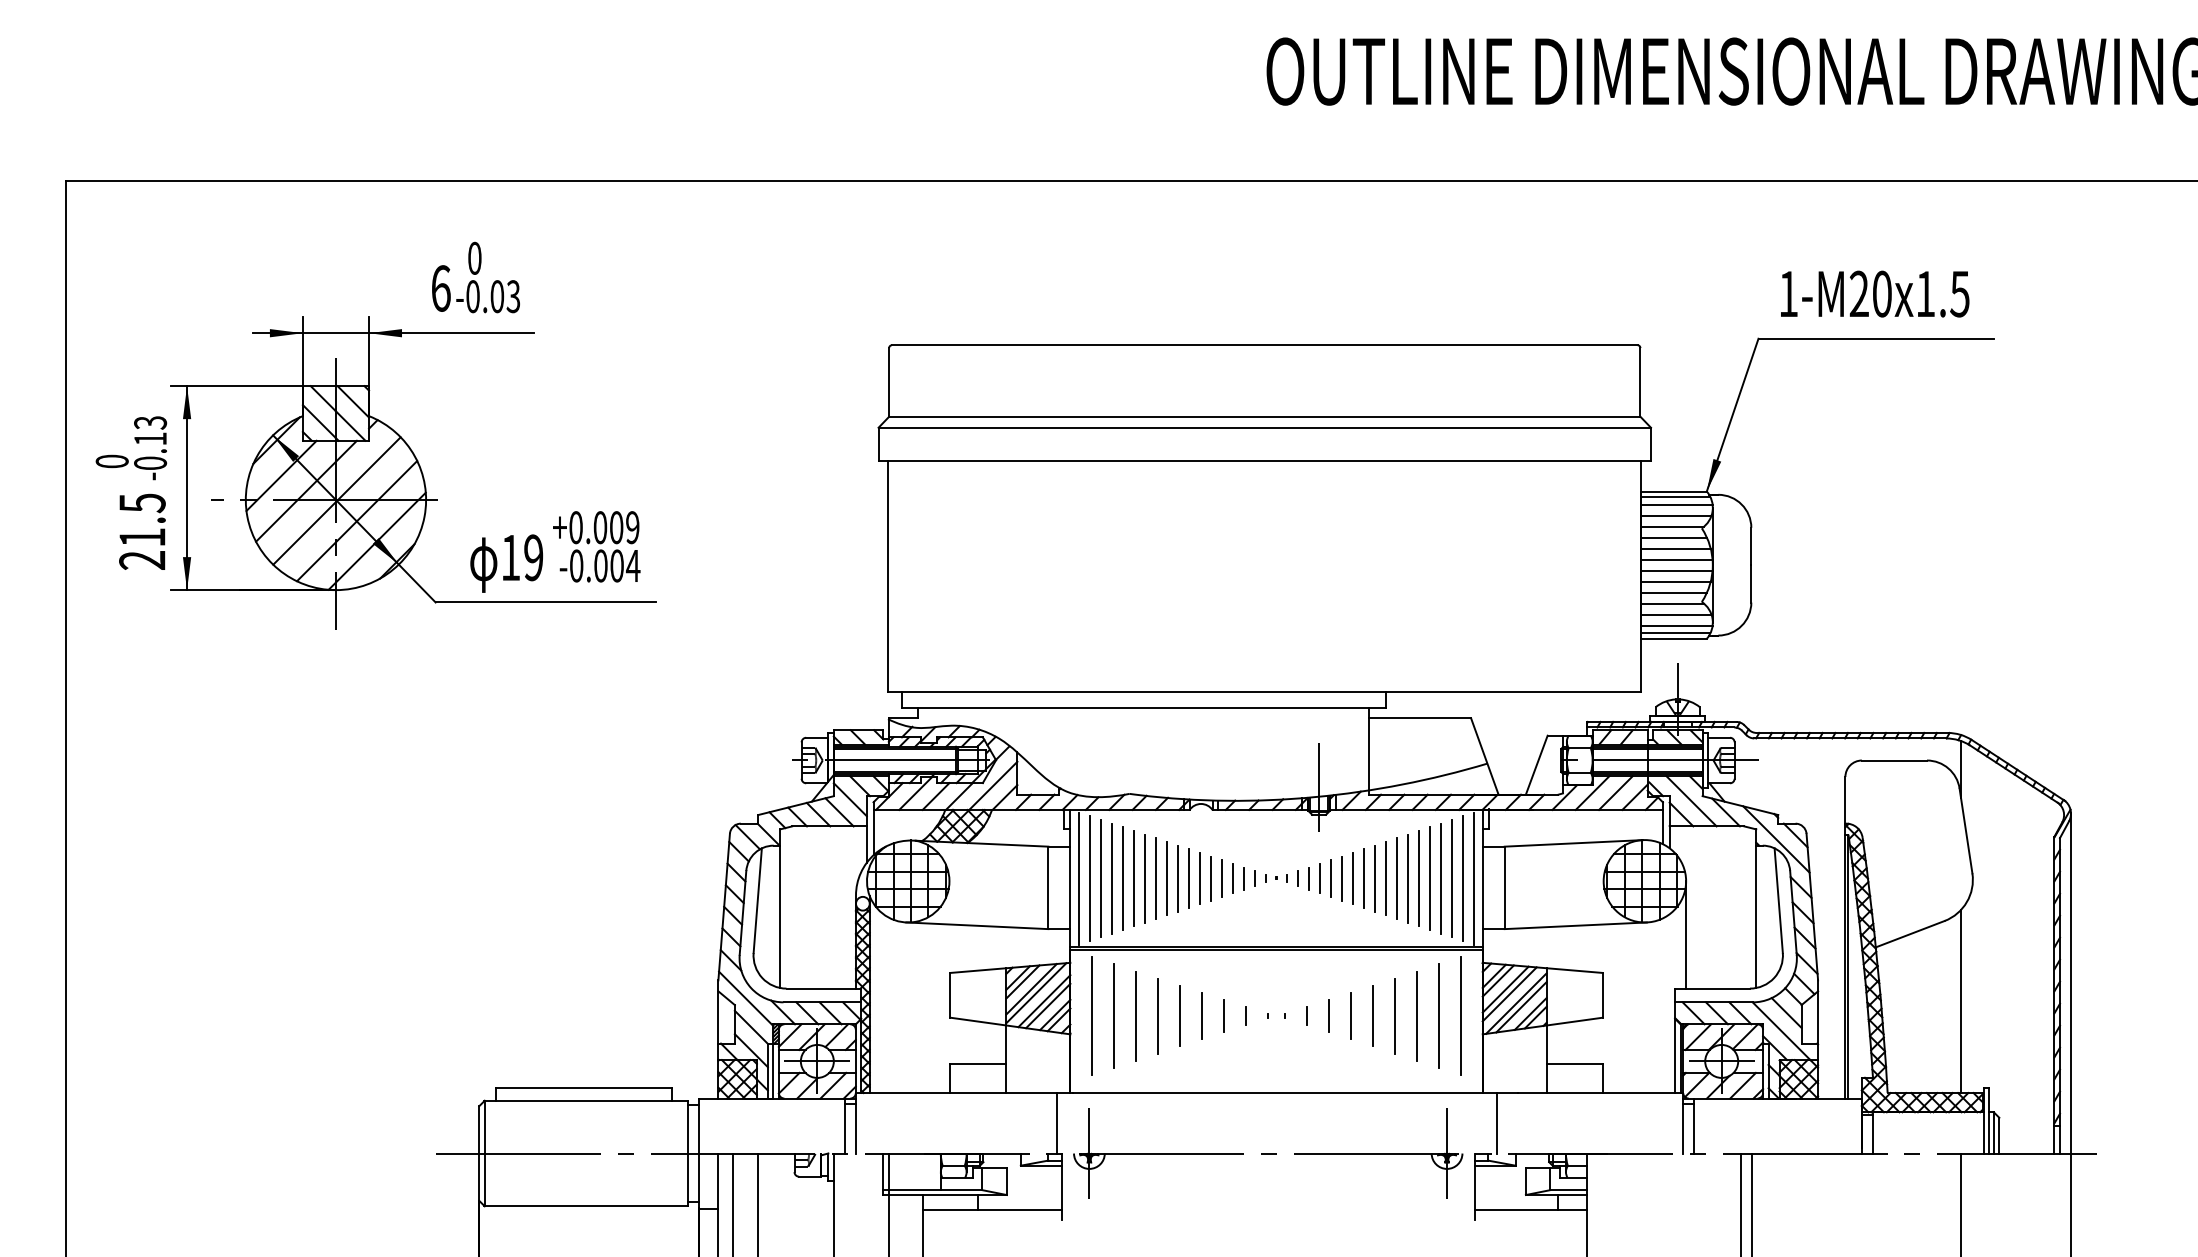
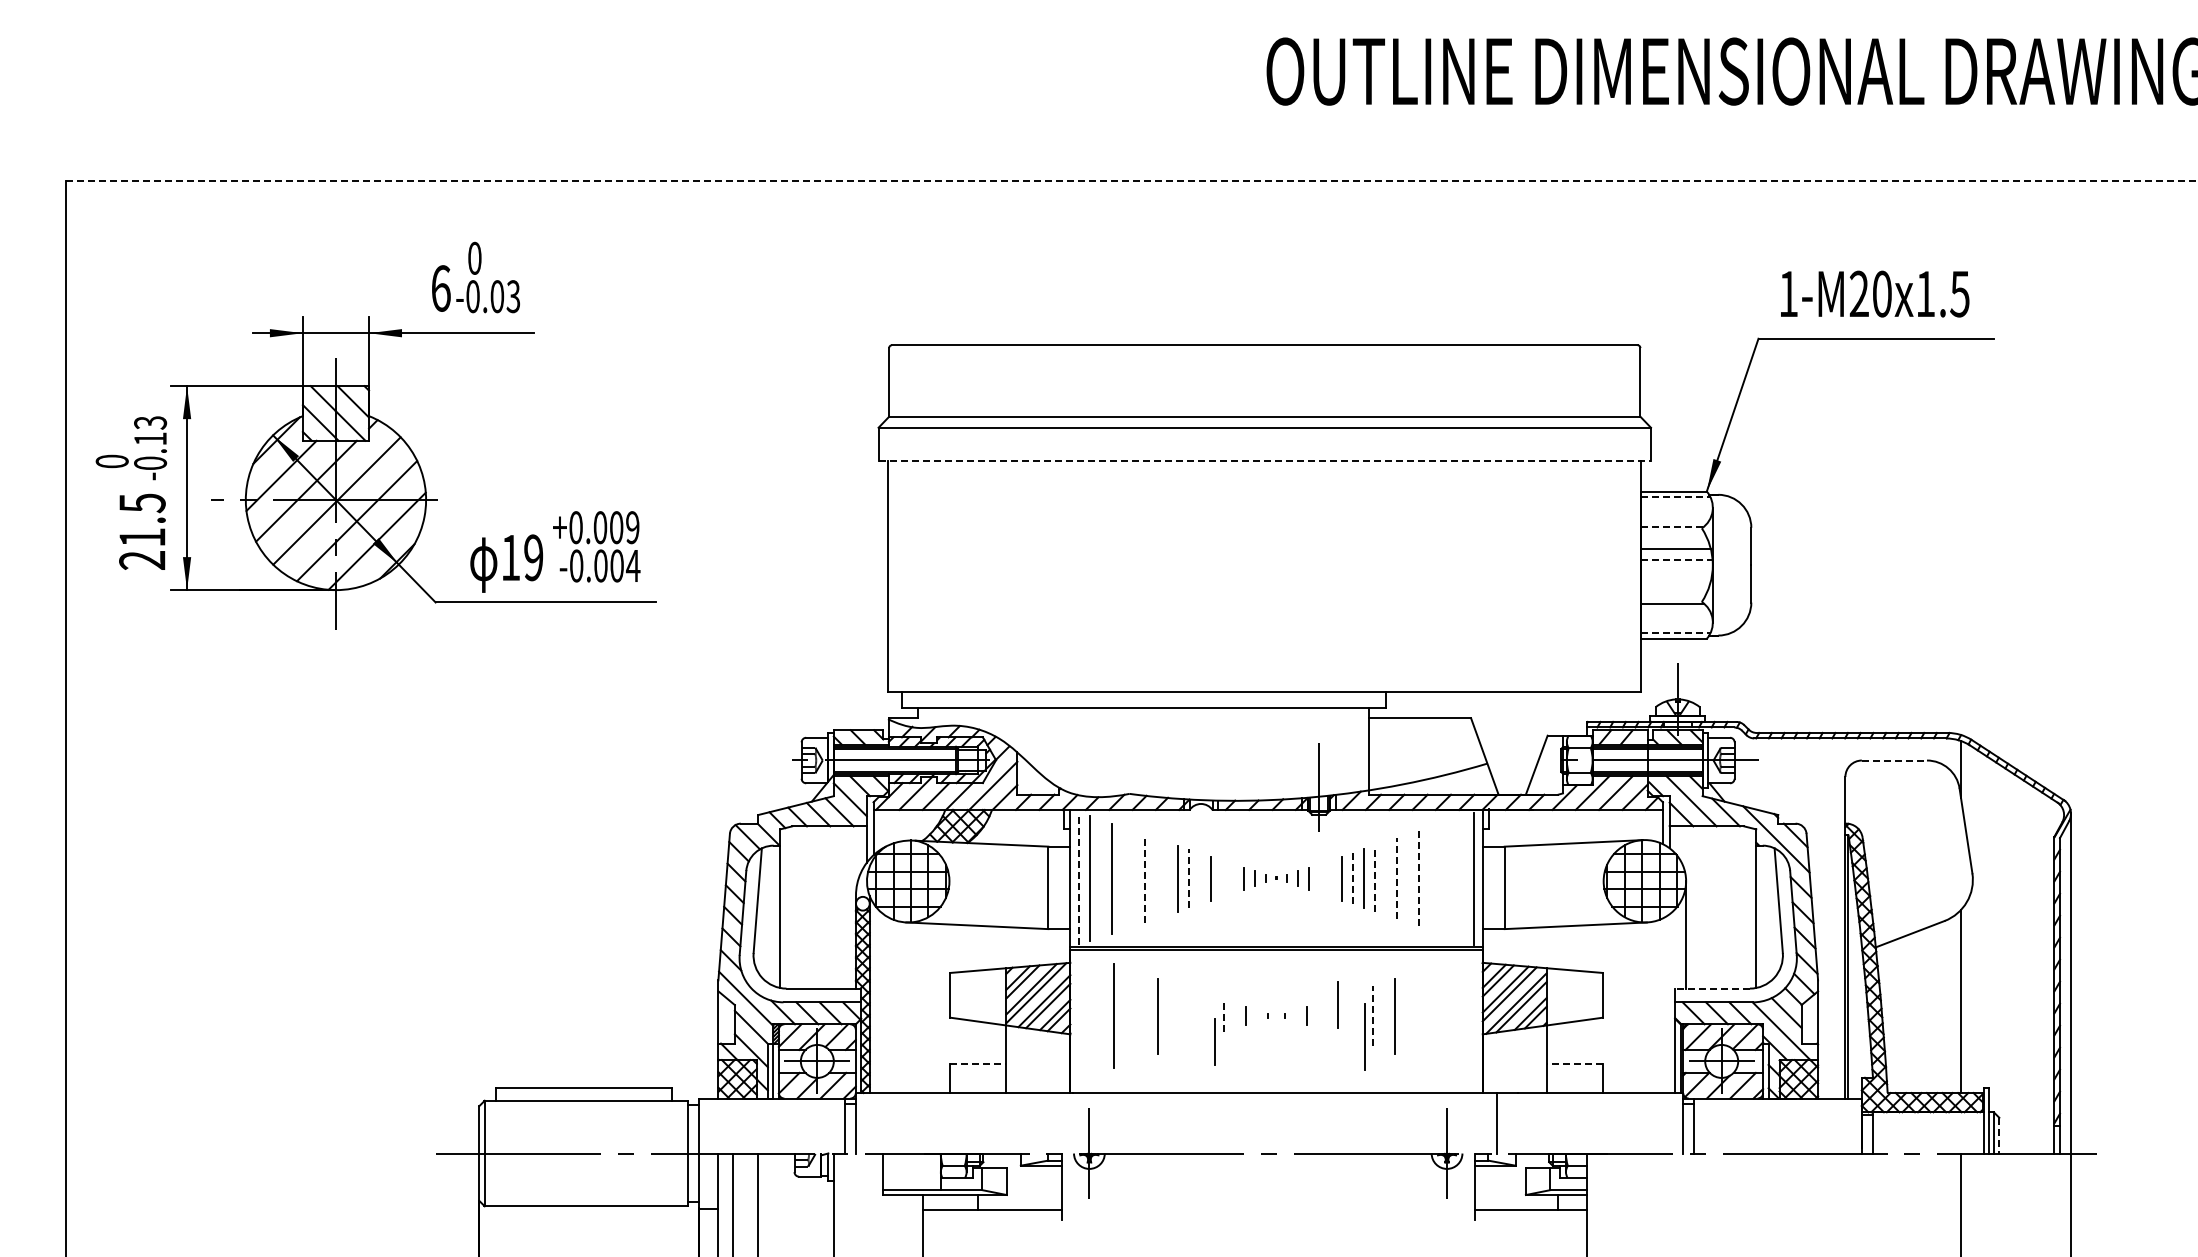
line at (1131, 181): solid -> dashed
line at (1265, 460): solid -> dashed
line at (1675, 497): solid -> dashed
line at (1676, 504): present -> none
line at (1676, 515): present -> none
line at (1673, 526): solid -> dashed
line at (1673, 537): present -> none
line at (1677, 559): solid -> dashed
line at (1676, 570): present -> none
line at (1675, 581): present -> none
line at (1673, 592): present -> none
line at (1676, 614): present -> none
line at (1676, 625): present -> none
line at (1675, 633): solid -> dashed
line at (1894, 760): solid -> dashed
line at (1078, 878): solid -> dashed
line at (1100, 878): present -> none
line at (1122, 878): present -> none
line at (1133, 878): present -> none
line at (1144, 878): solid -> dashed
line at (1155, 878): present -> none
line at (1166, 878): present -> none
line at (1188, 878): solid -> dashed
line at (1199, 878): present -> none
line at (1221, 878): present -> none
line at (1232, 878): present -> none
line at (1319, 878): present -> none
line at (1331, 878): present -> none
line at (1353, 878): solid -> dashed
line at (1375, 878): solid -> dashed
line at (1386, 878): present -> none
line at (1397, 878): solid -> dashed
line at (1408, 878): present -> none
line at (1419, 878): solid -> dashed
line at (1430, 878): present -> none
line at (1441, 878): present -> none
line at (1452, 878): present -> none
line at (1463, 878): present -> none
line at (1712, 988): solid -> dashed
line at (1092, 1015): present -> none
line at (1136, 1015): present -> none
line at (1180, 1015): present -> none
line at (1201, 1015) position: (1201, 1015) -> (1214, 1041)
line at (1224, 1015): solid -> dashed
line at (1350, 1015) position: (1350, 1015) -> (1337, 1004)
line at (1372, 1015): solid -> dashed
line at (1438, 1015): present -> none
line at (1460, 1015): present -> none
line at (1328, 1016): present -> none
line at (1416, 1016): present -> none
line at (1364, 1036): none -> present
line at (978, 1063): solid -> dashed
line at (1574, 1063): solid -> dashed
line at (1056, 1123): present -> none
line at (1999, 1135): solid -> dashed
line at (888, 1203): present -> none
line at (1741, 1203): present -> none
line at (1752, 1203): present -> none
